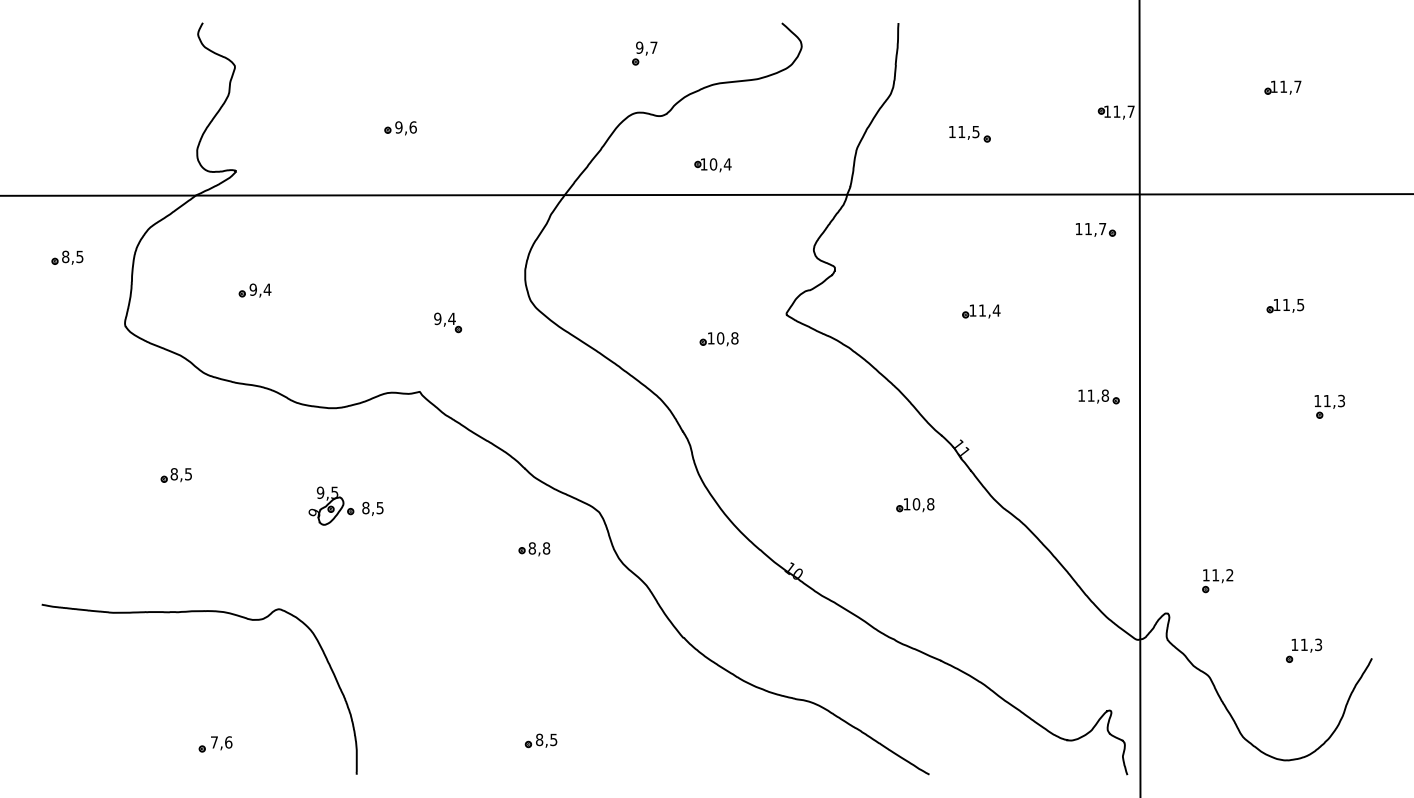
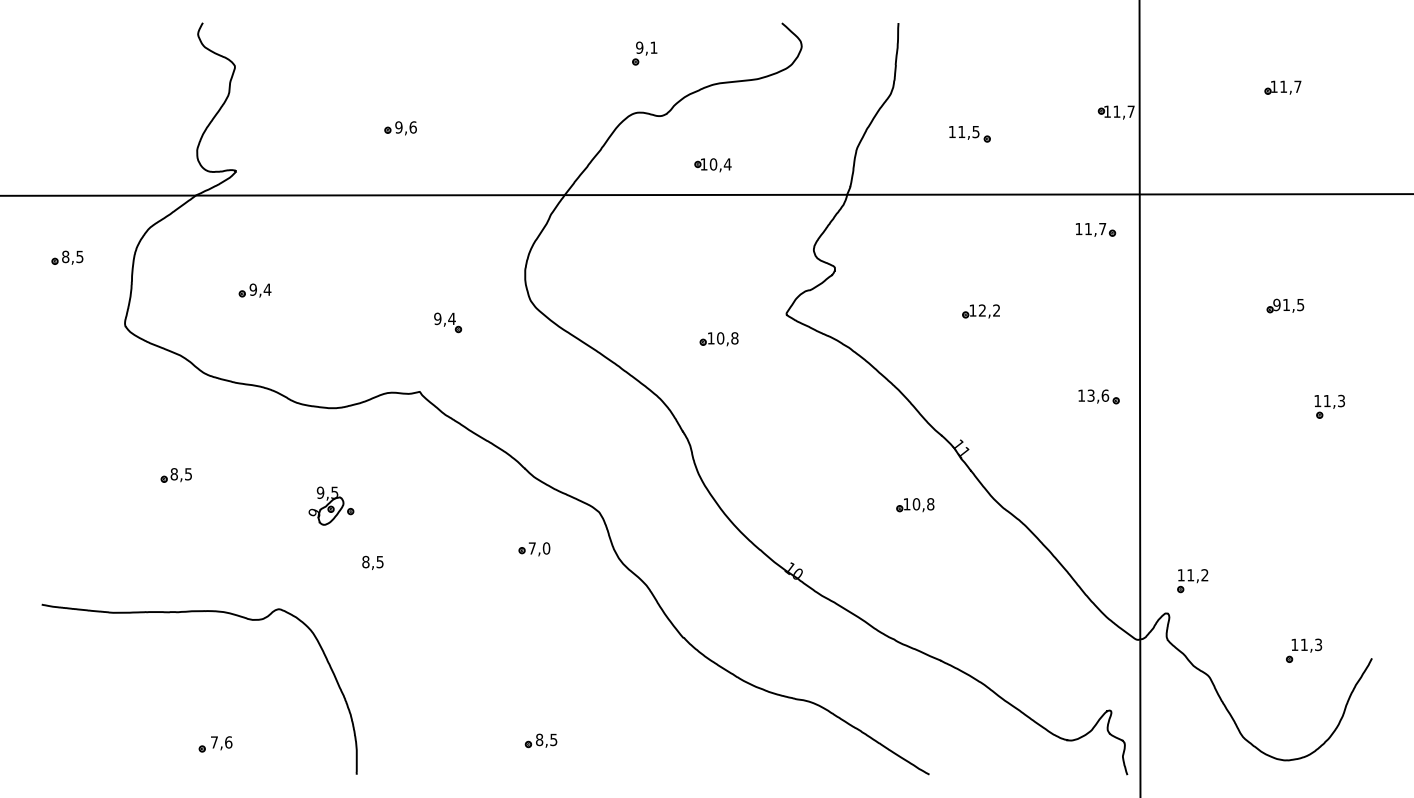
text at (653, 47): 9,7 -> 9,1
text at (1276, 304): 11,5 -> 91,5
text at (989, 310): 11,4 -> 12,2
text at (1098, 395): 11,8 -> 13,6
text at (372, 508) position: (372, 508) -> (372, 562)
text at (539, 548): 8,8 -> 7,0
part at (1217, 581) position: (1217, 581) -> (1192, 581)
